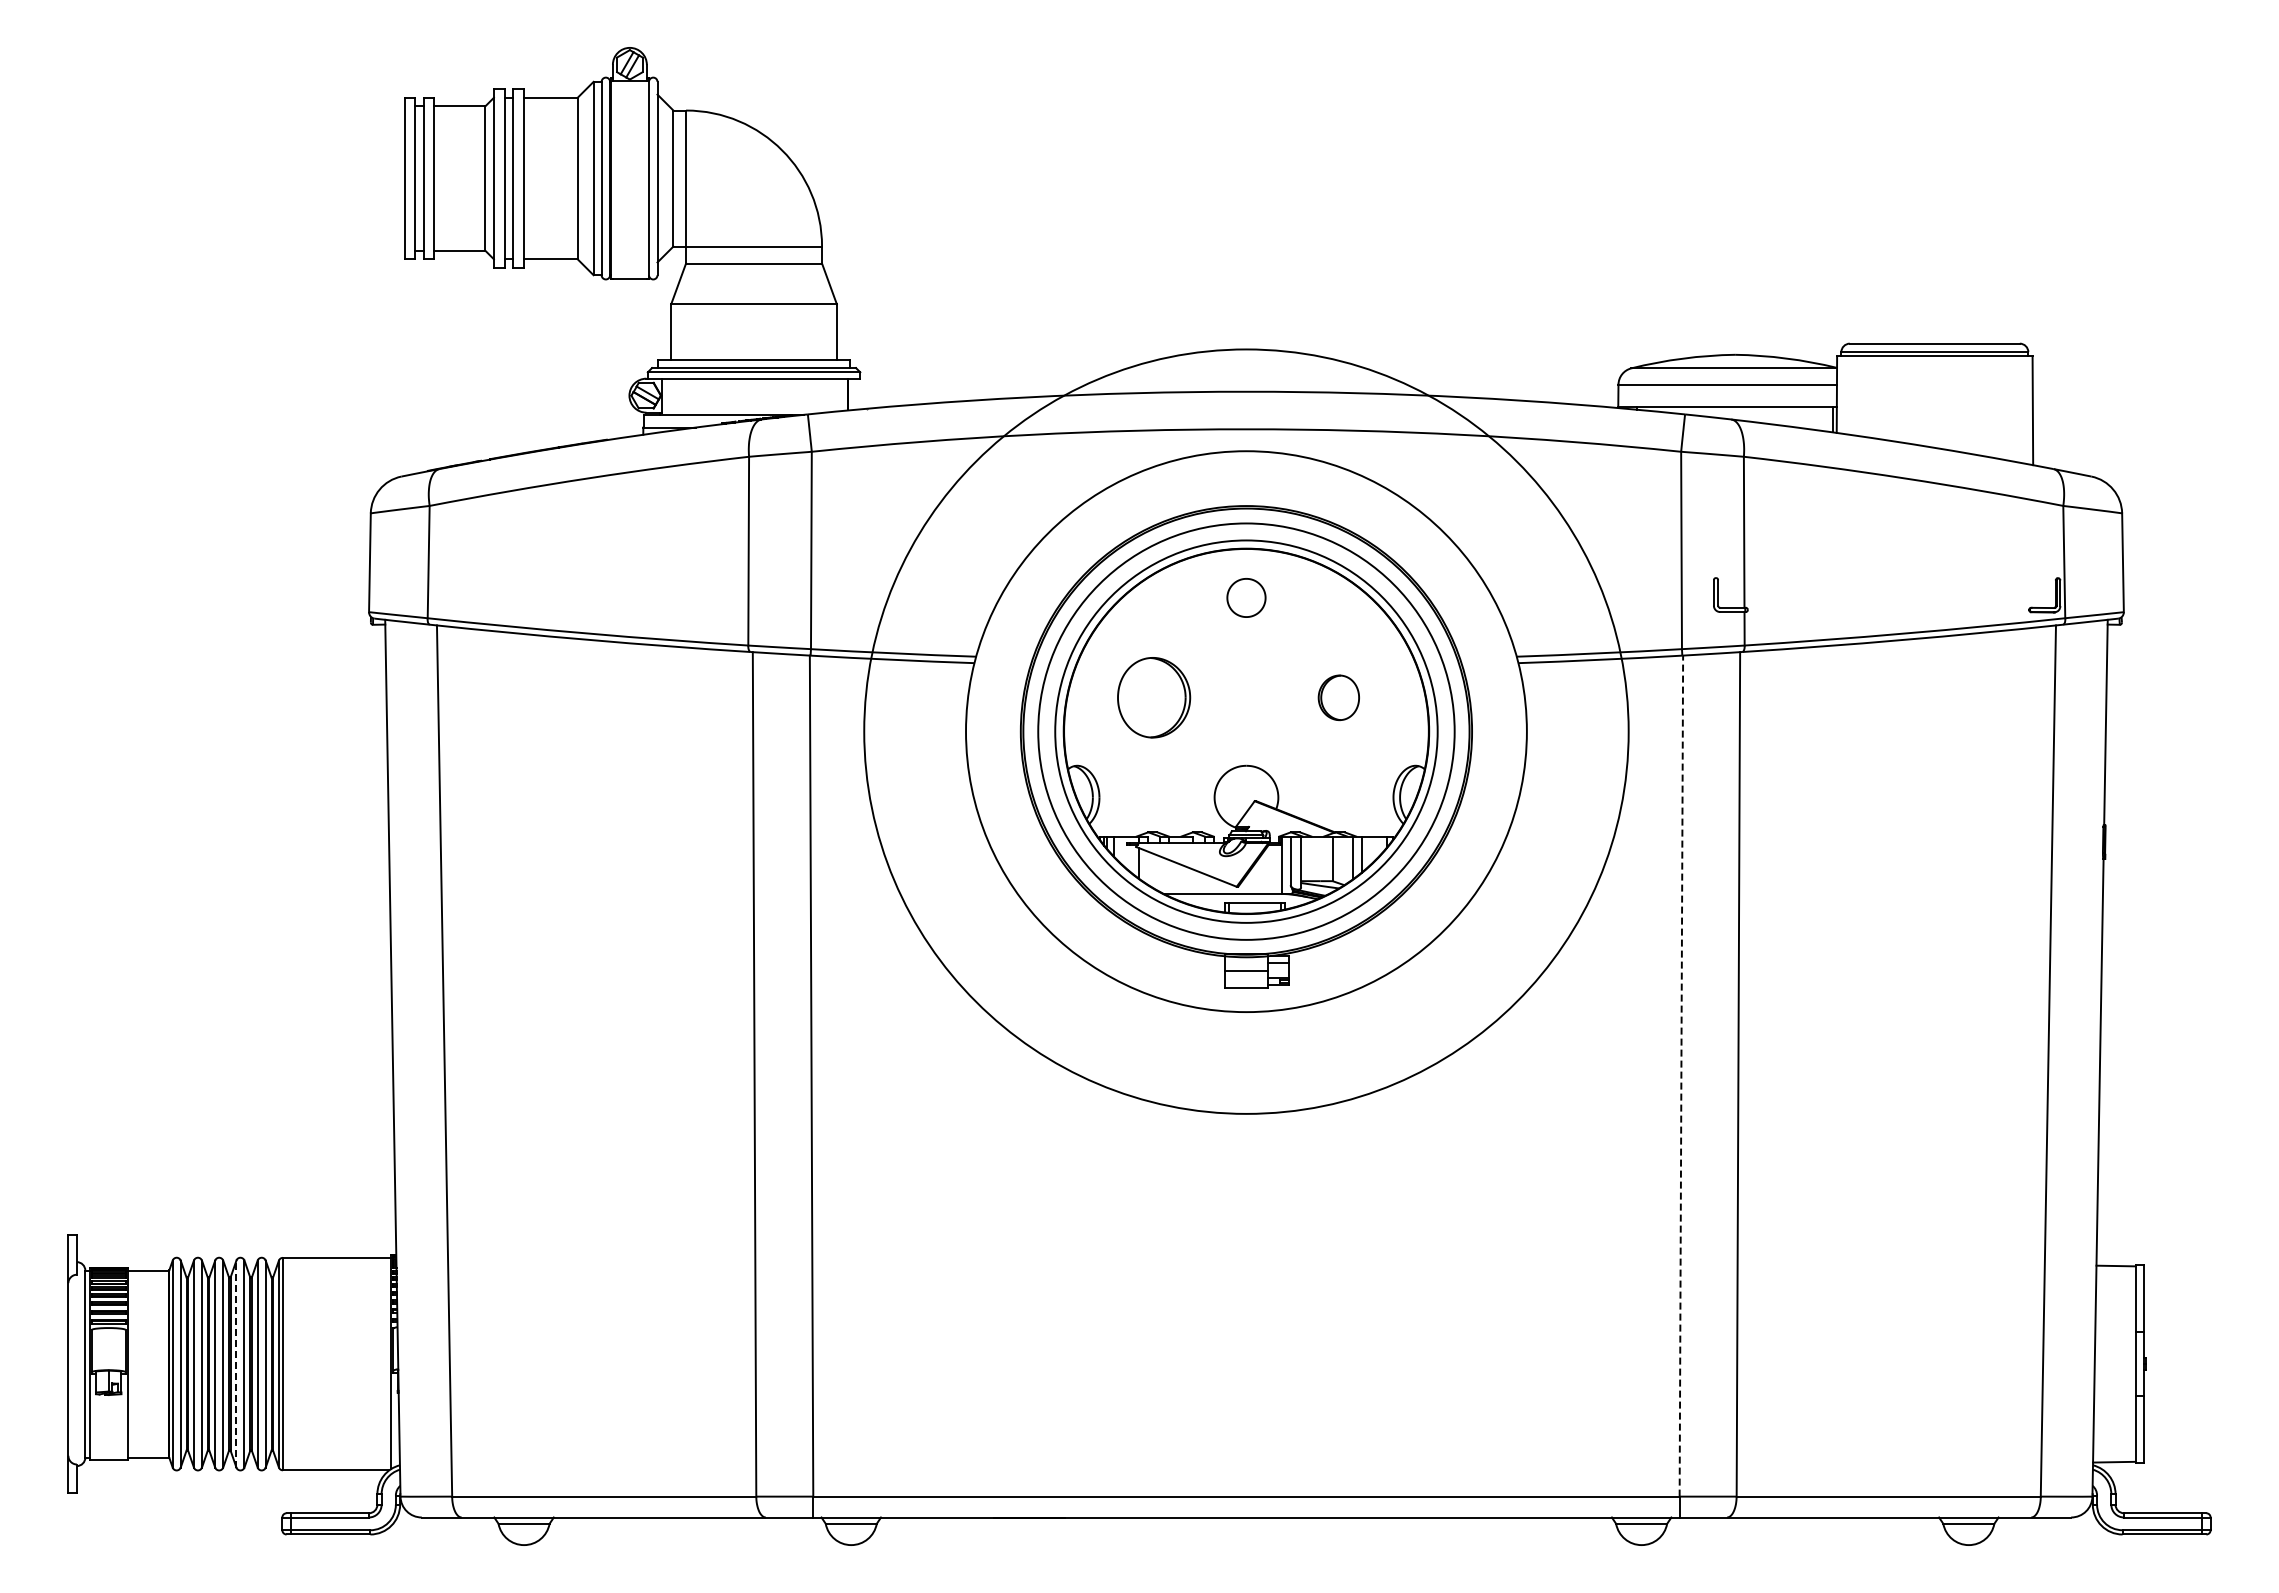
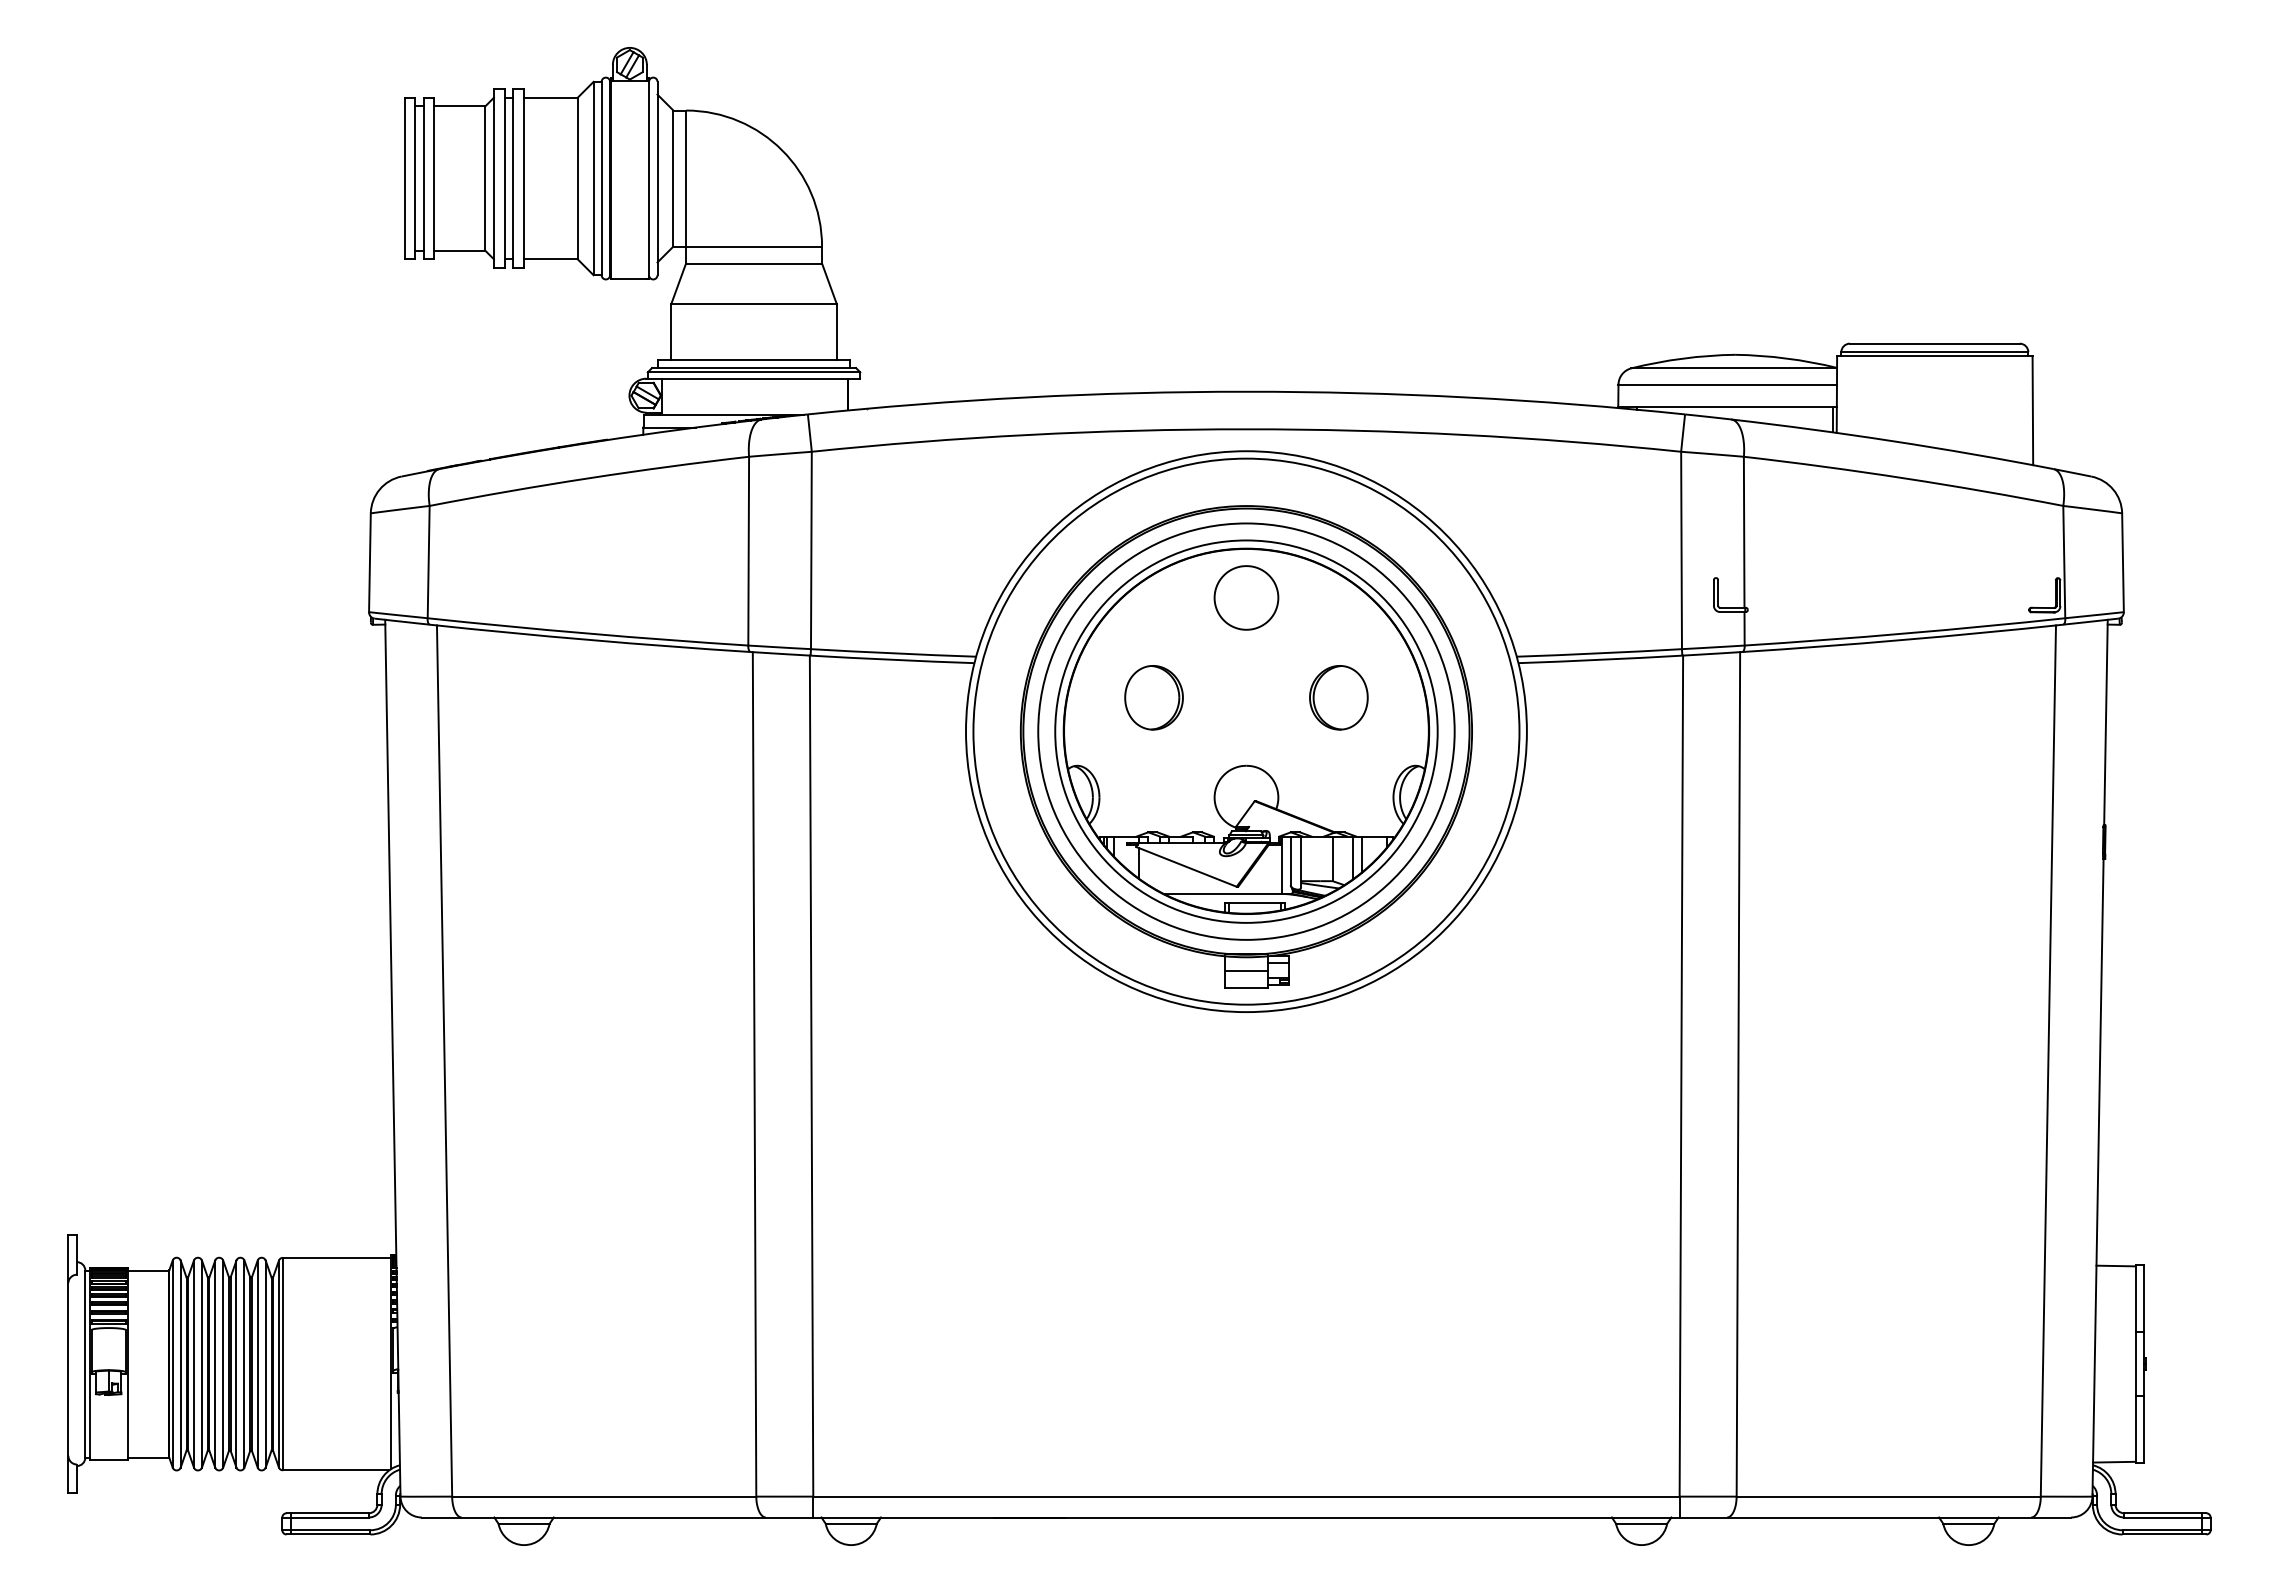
part at (1246, 597) size: 41x40 px -> 67x66 px
part at (1154, 697) size: 75x82 px -> 60x66 px
part at (1338, 697) size: 43x48 px -> 60x66 px
circle at (1246, 731) diameter: 764 px -> 546 px
line at (1681, 1076): dashed -> solid
line at (236, 1363): dashed -> solid
